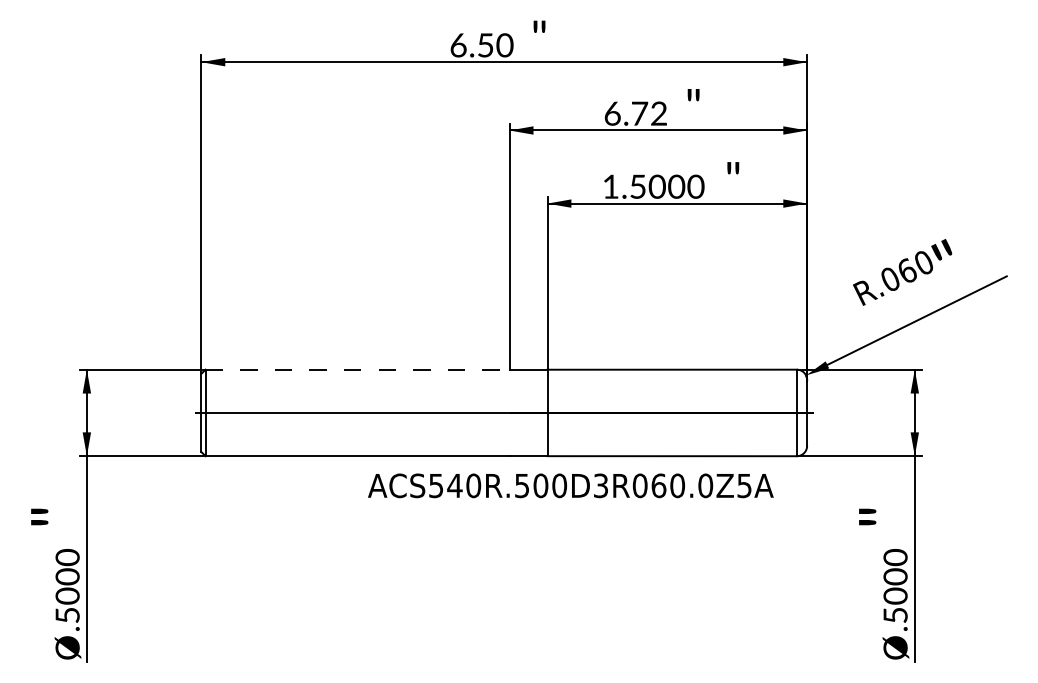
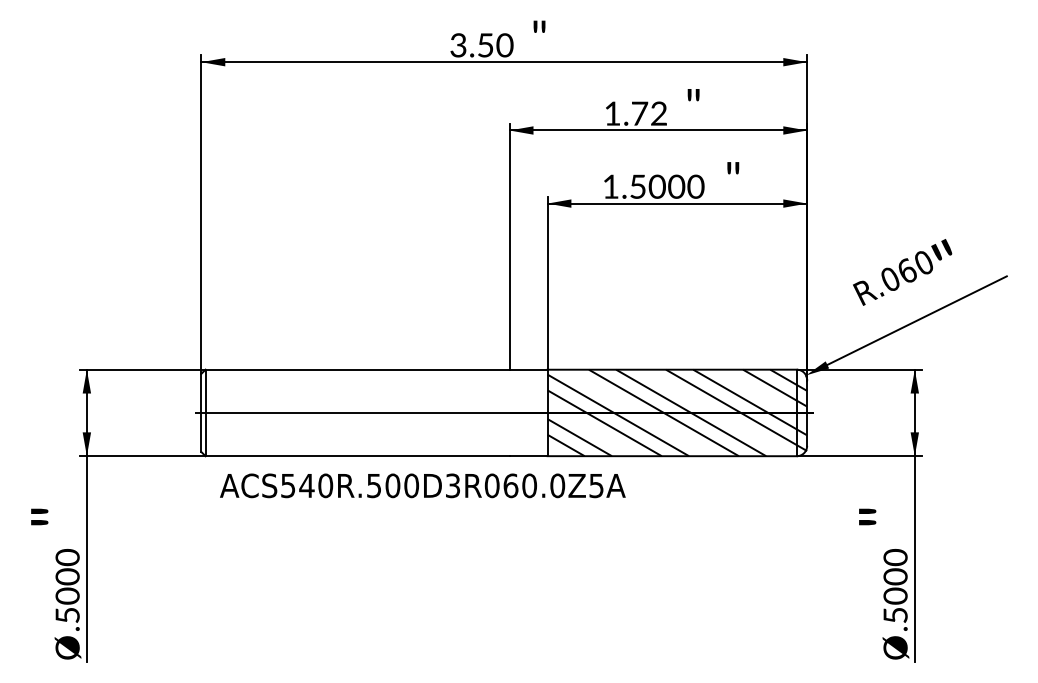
text at (458, 45): 6.50 -> 3.50
text at (612, 113): 6.72 -> 1.72
line at (358, 369): dashed -> solid
hatch at (677, 412): none -> present
text at (570, 485) position: (570, 485) -> (422, 485)
